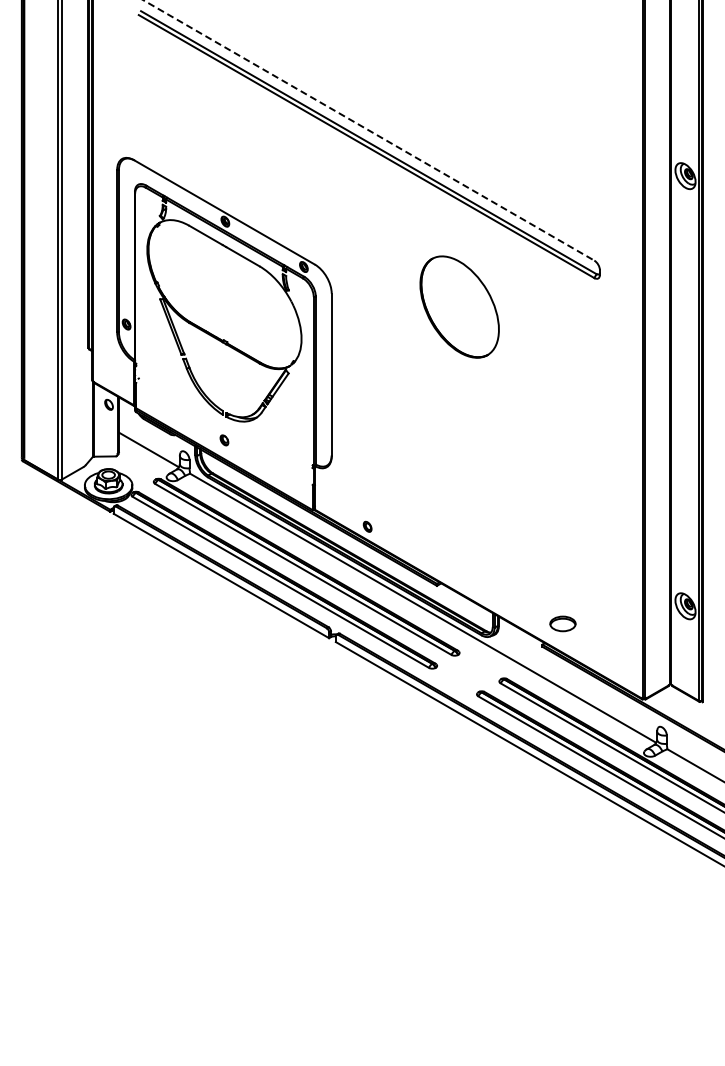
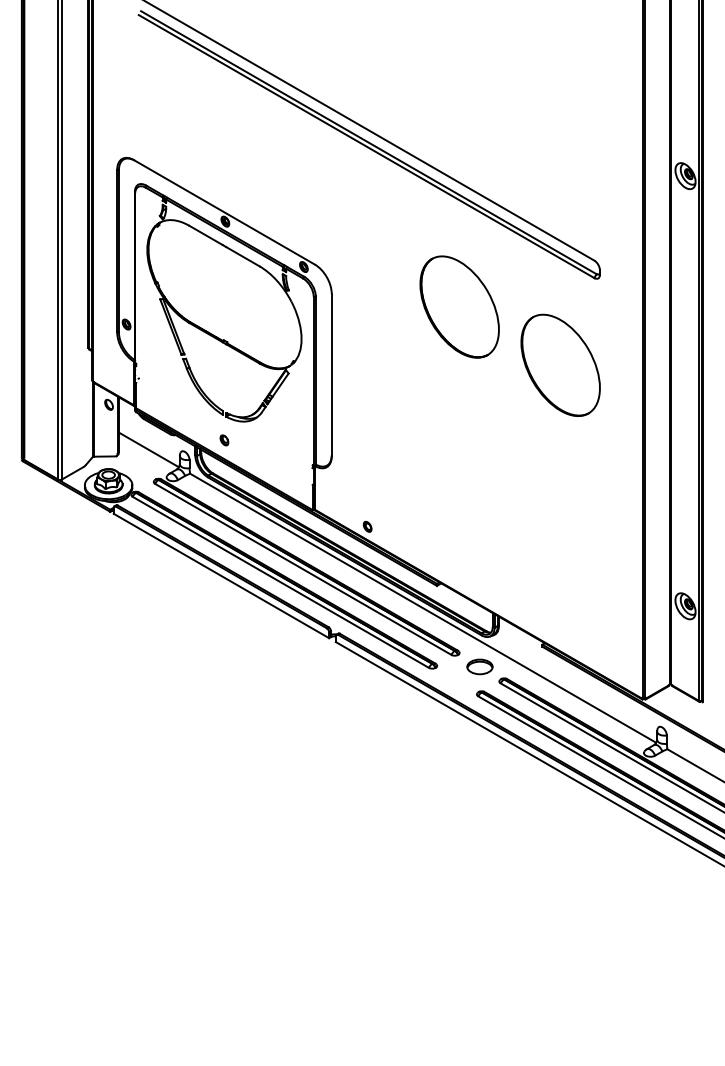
line at (368, 130): dashed -> solid
part at (560, 364): none -> present
part at (562, 623) position: (562, 623) -> (479, 666)
